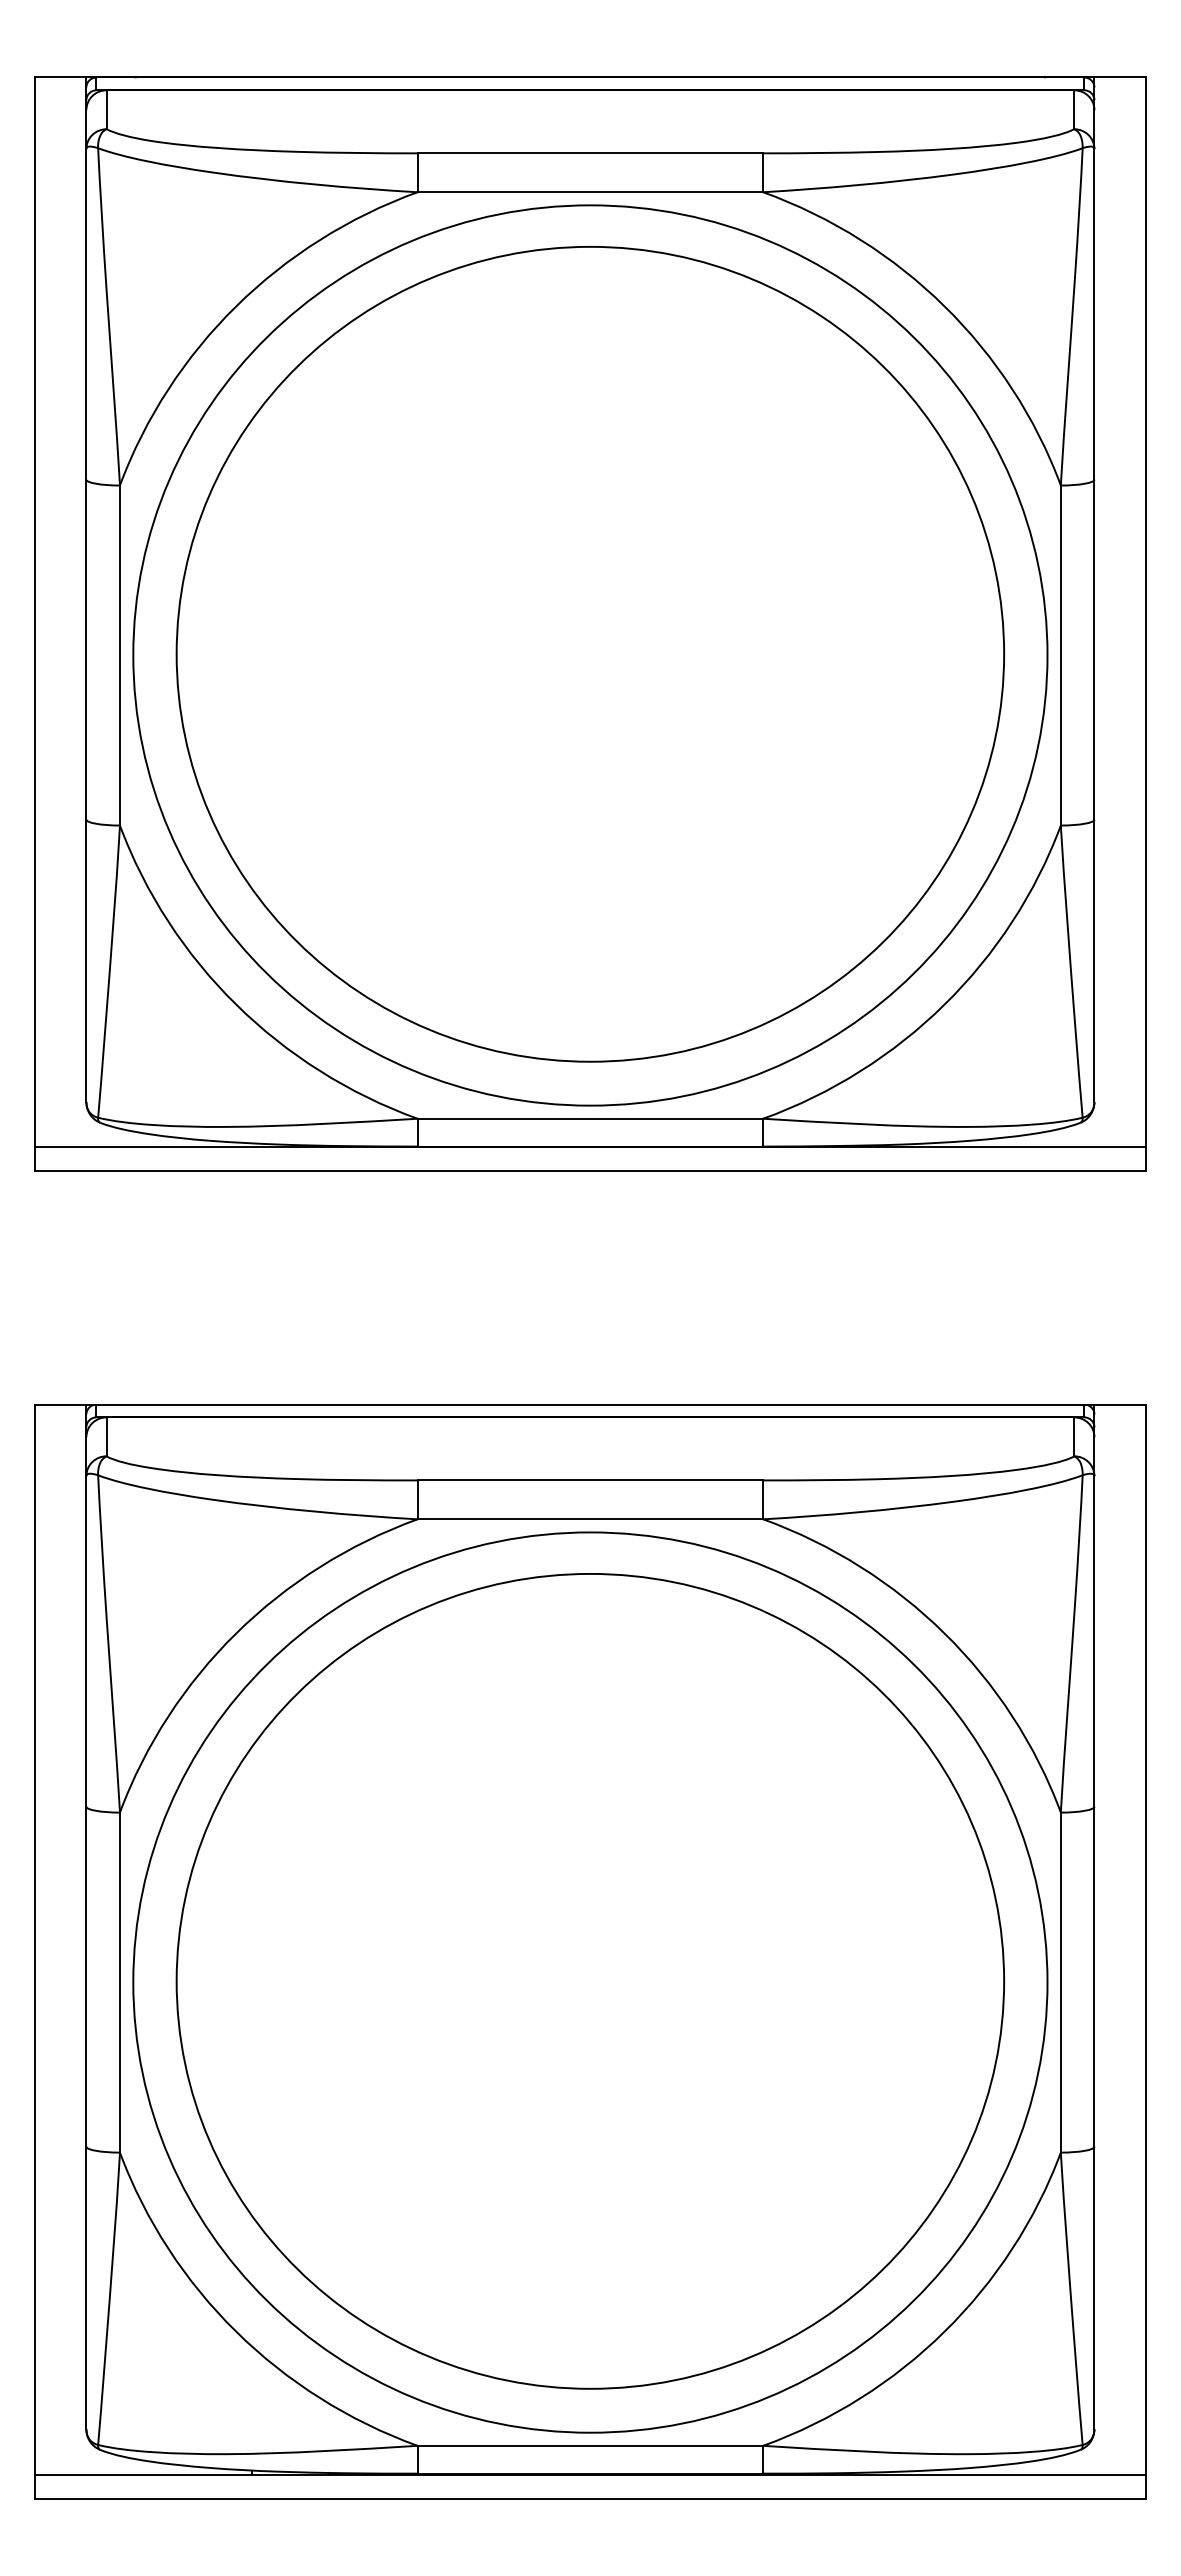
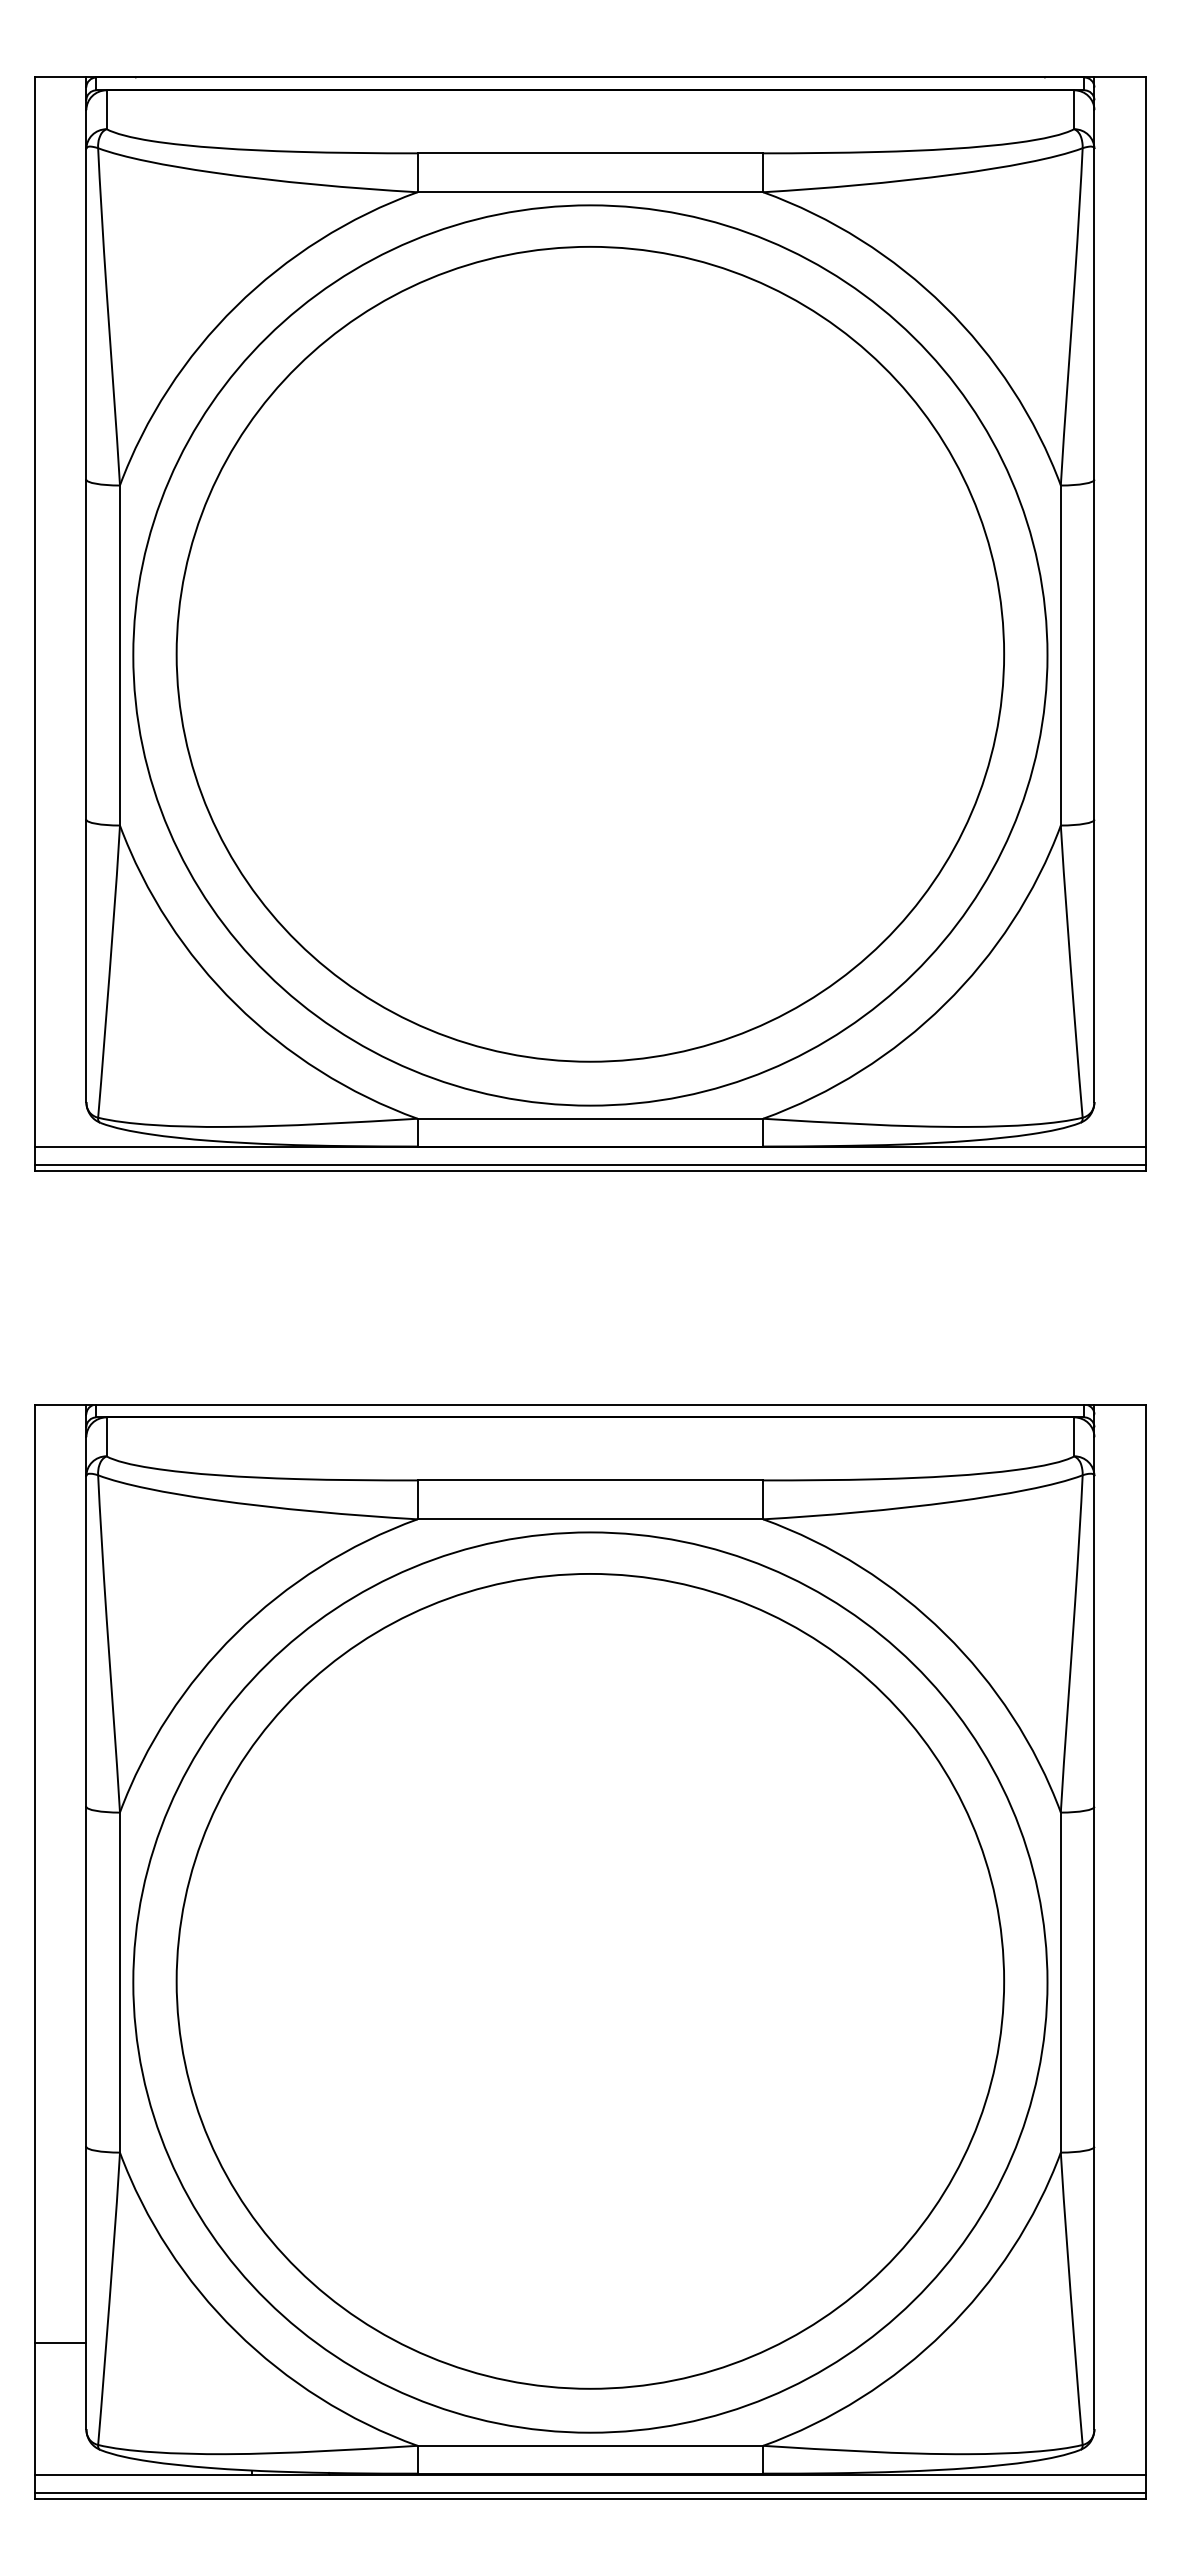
line at (590, 1164): none -> present
line at (60, 2342): none -> present
line at (590, 2492): none -> present
